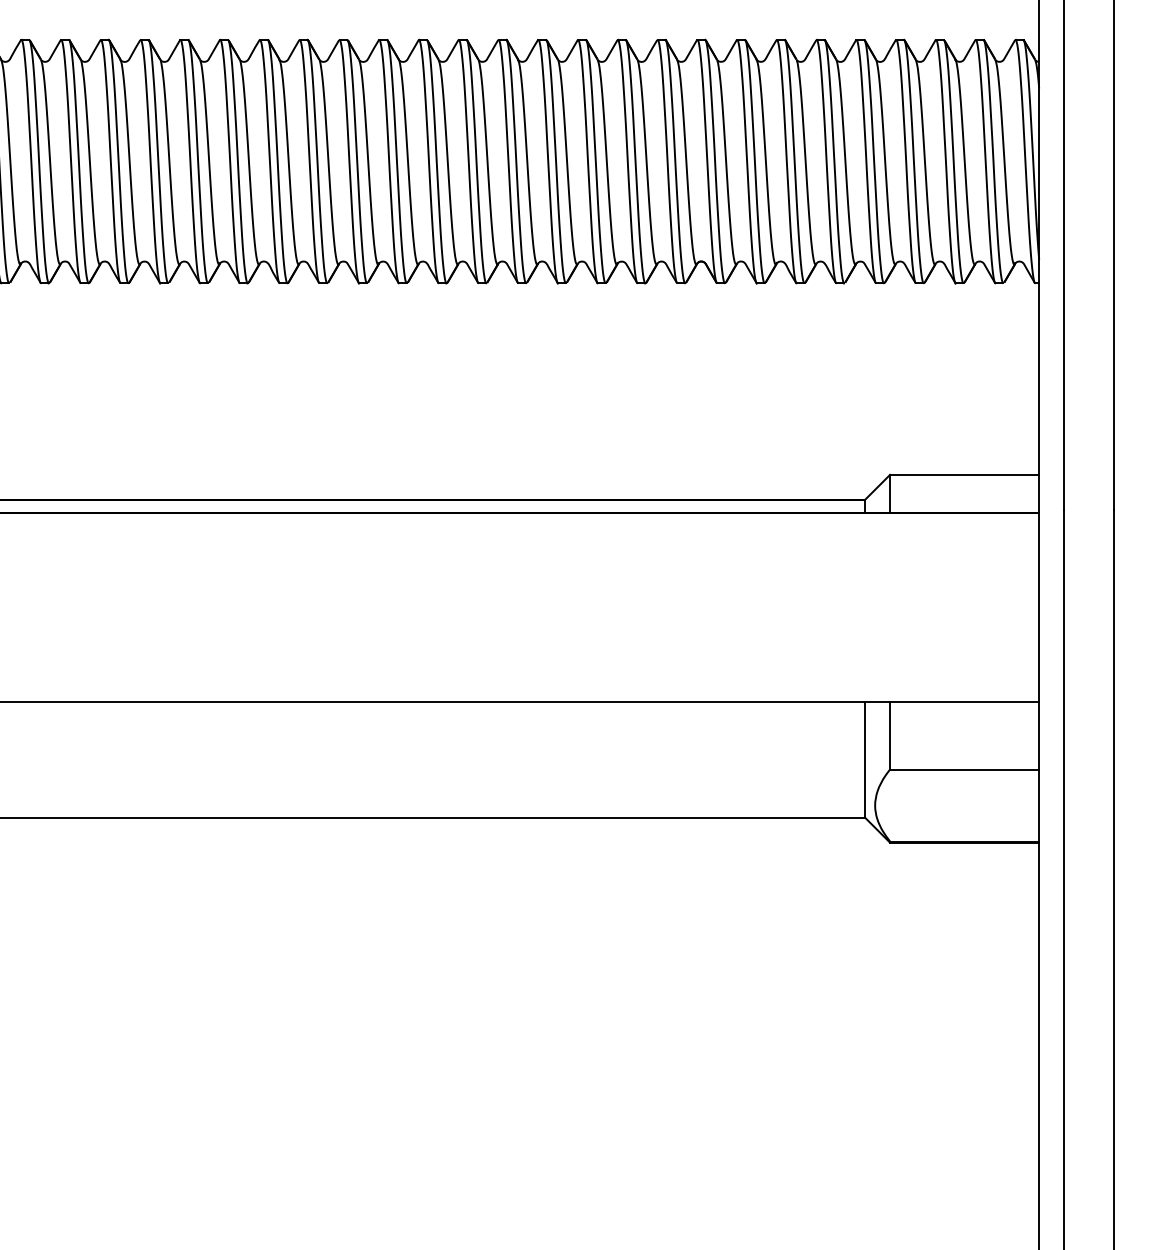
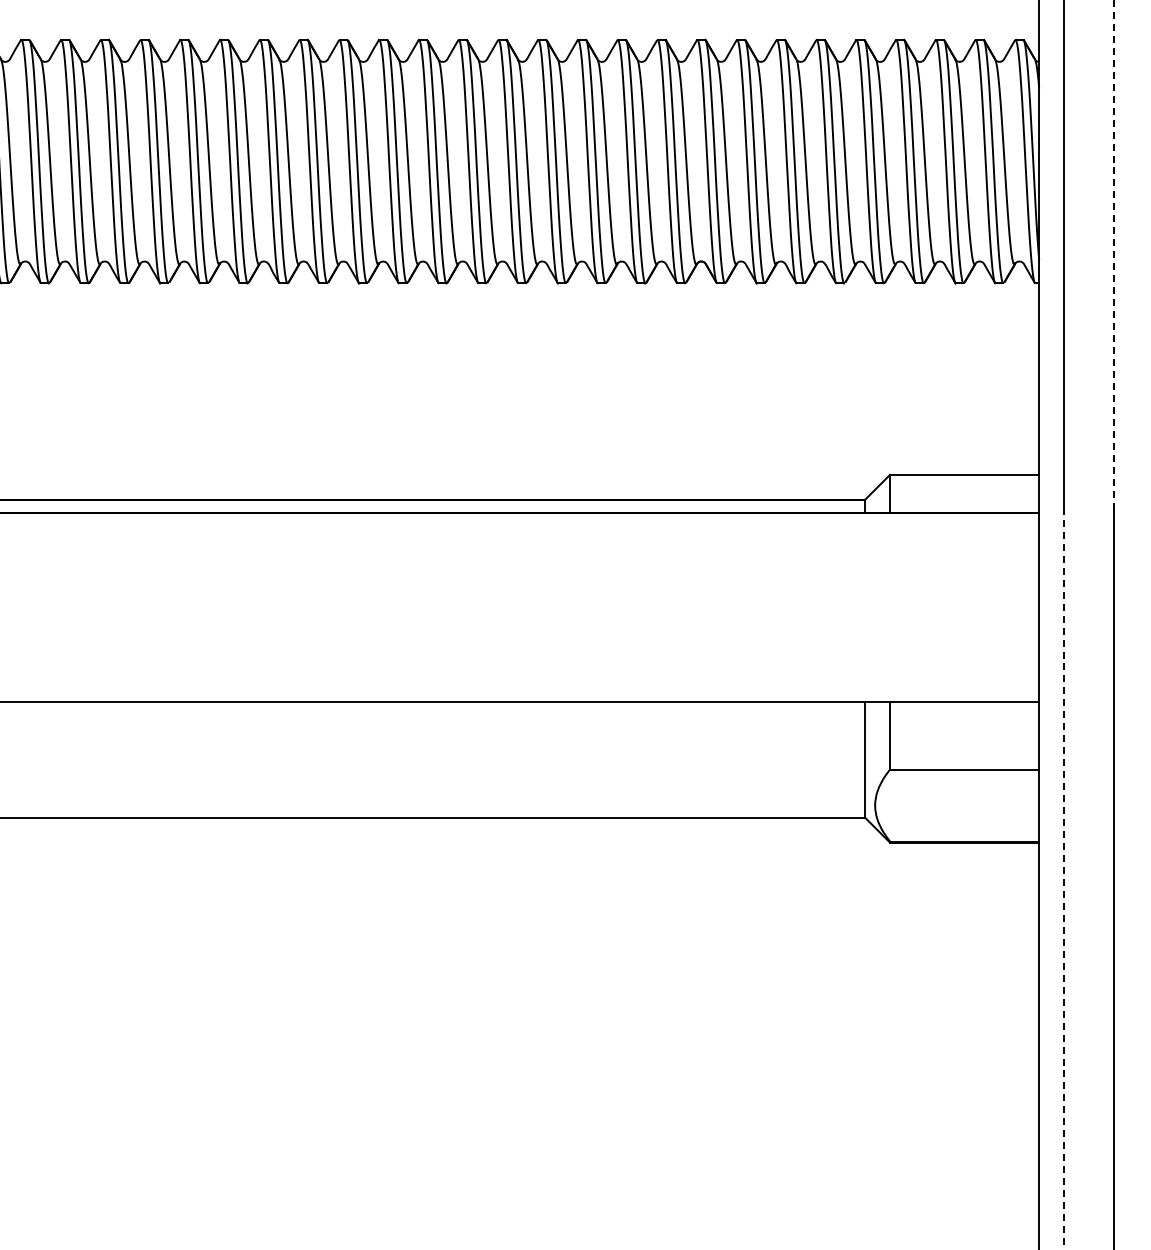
line at (1113, 254): solid -> dashed
line at (1064, 879): solid -> dashed
